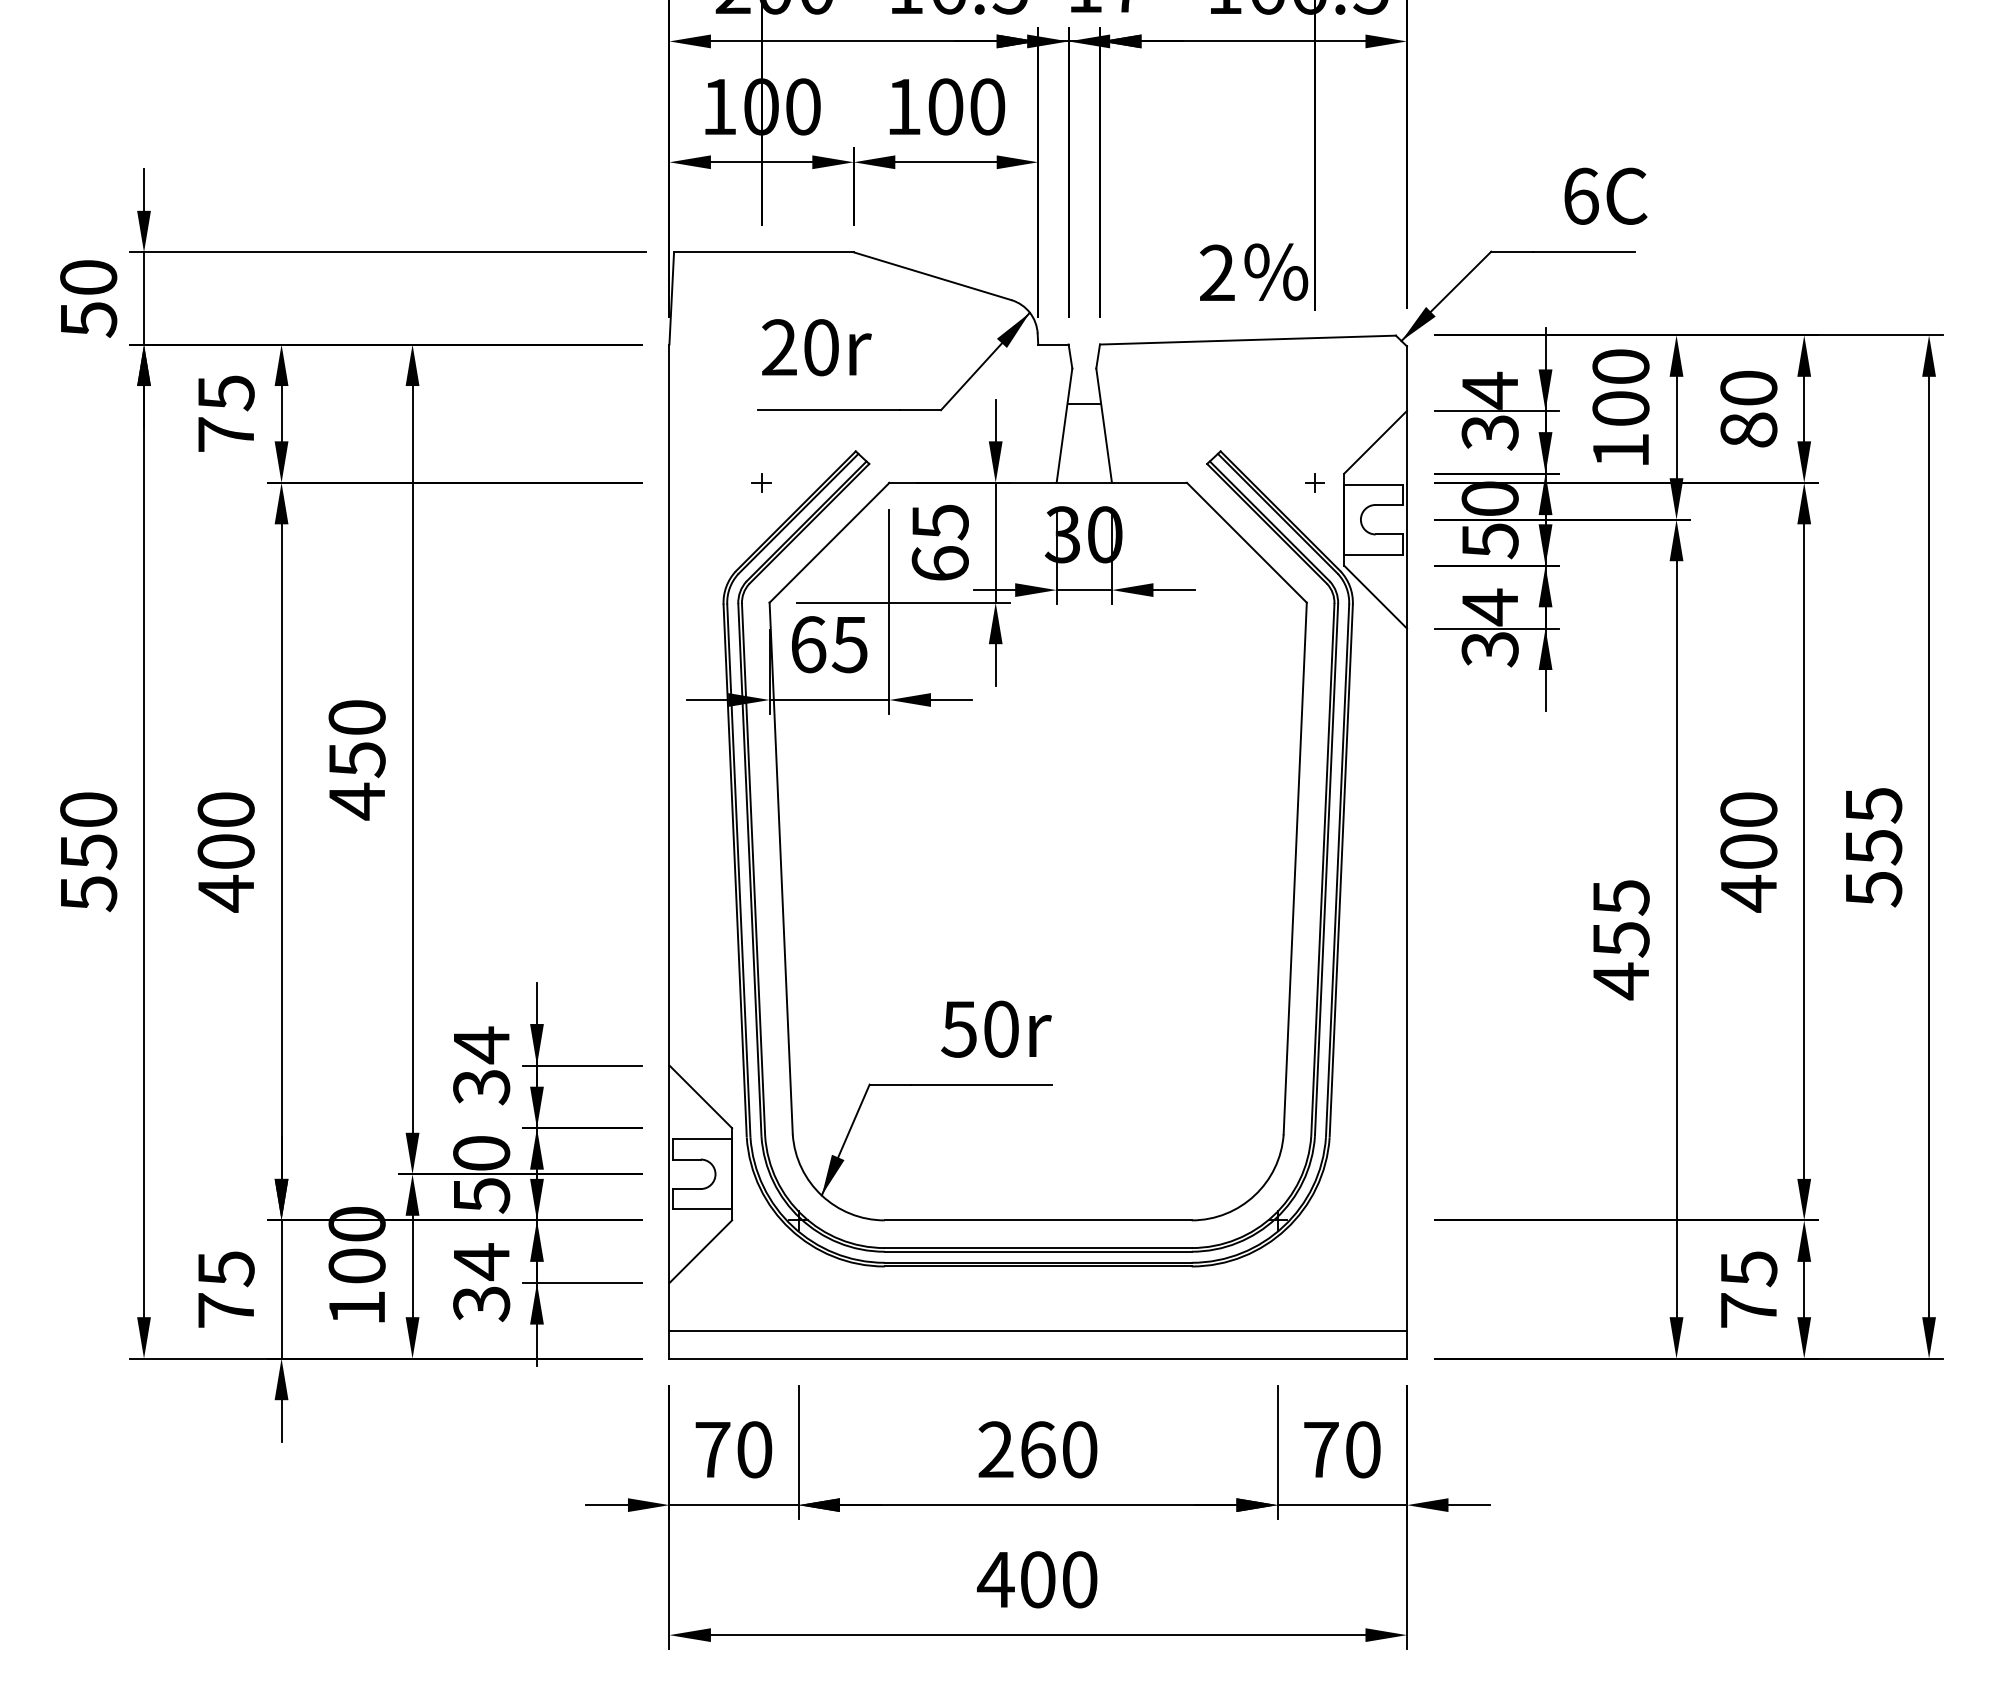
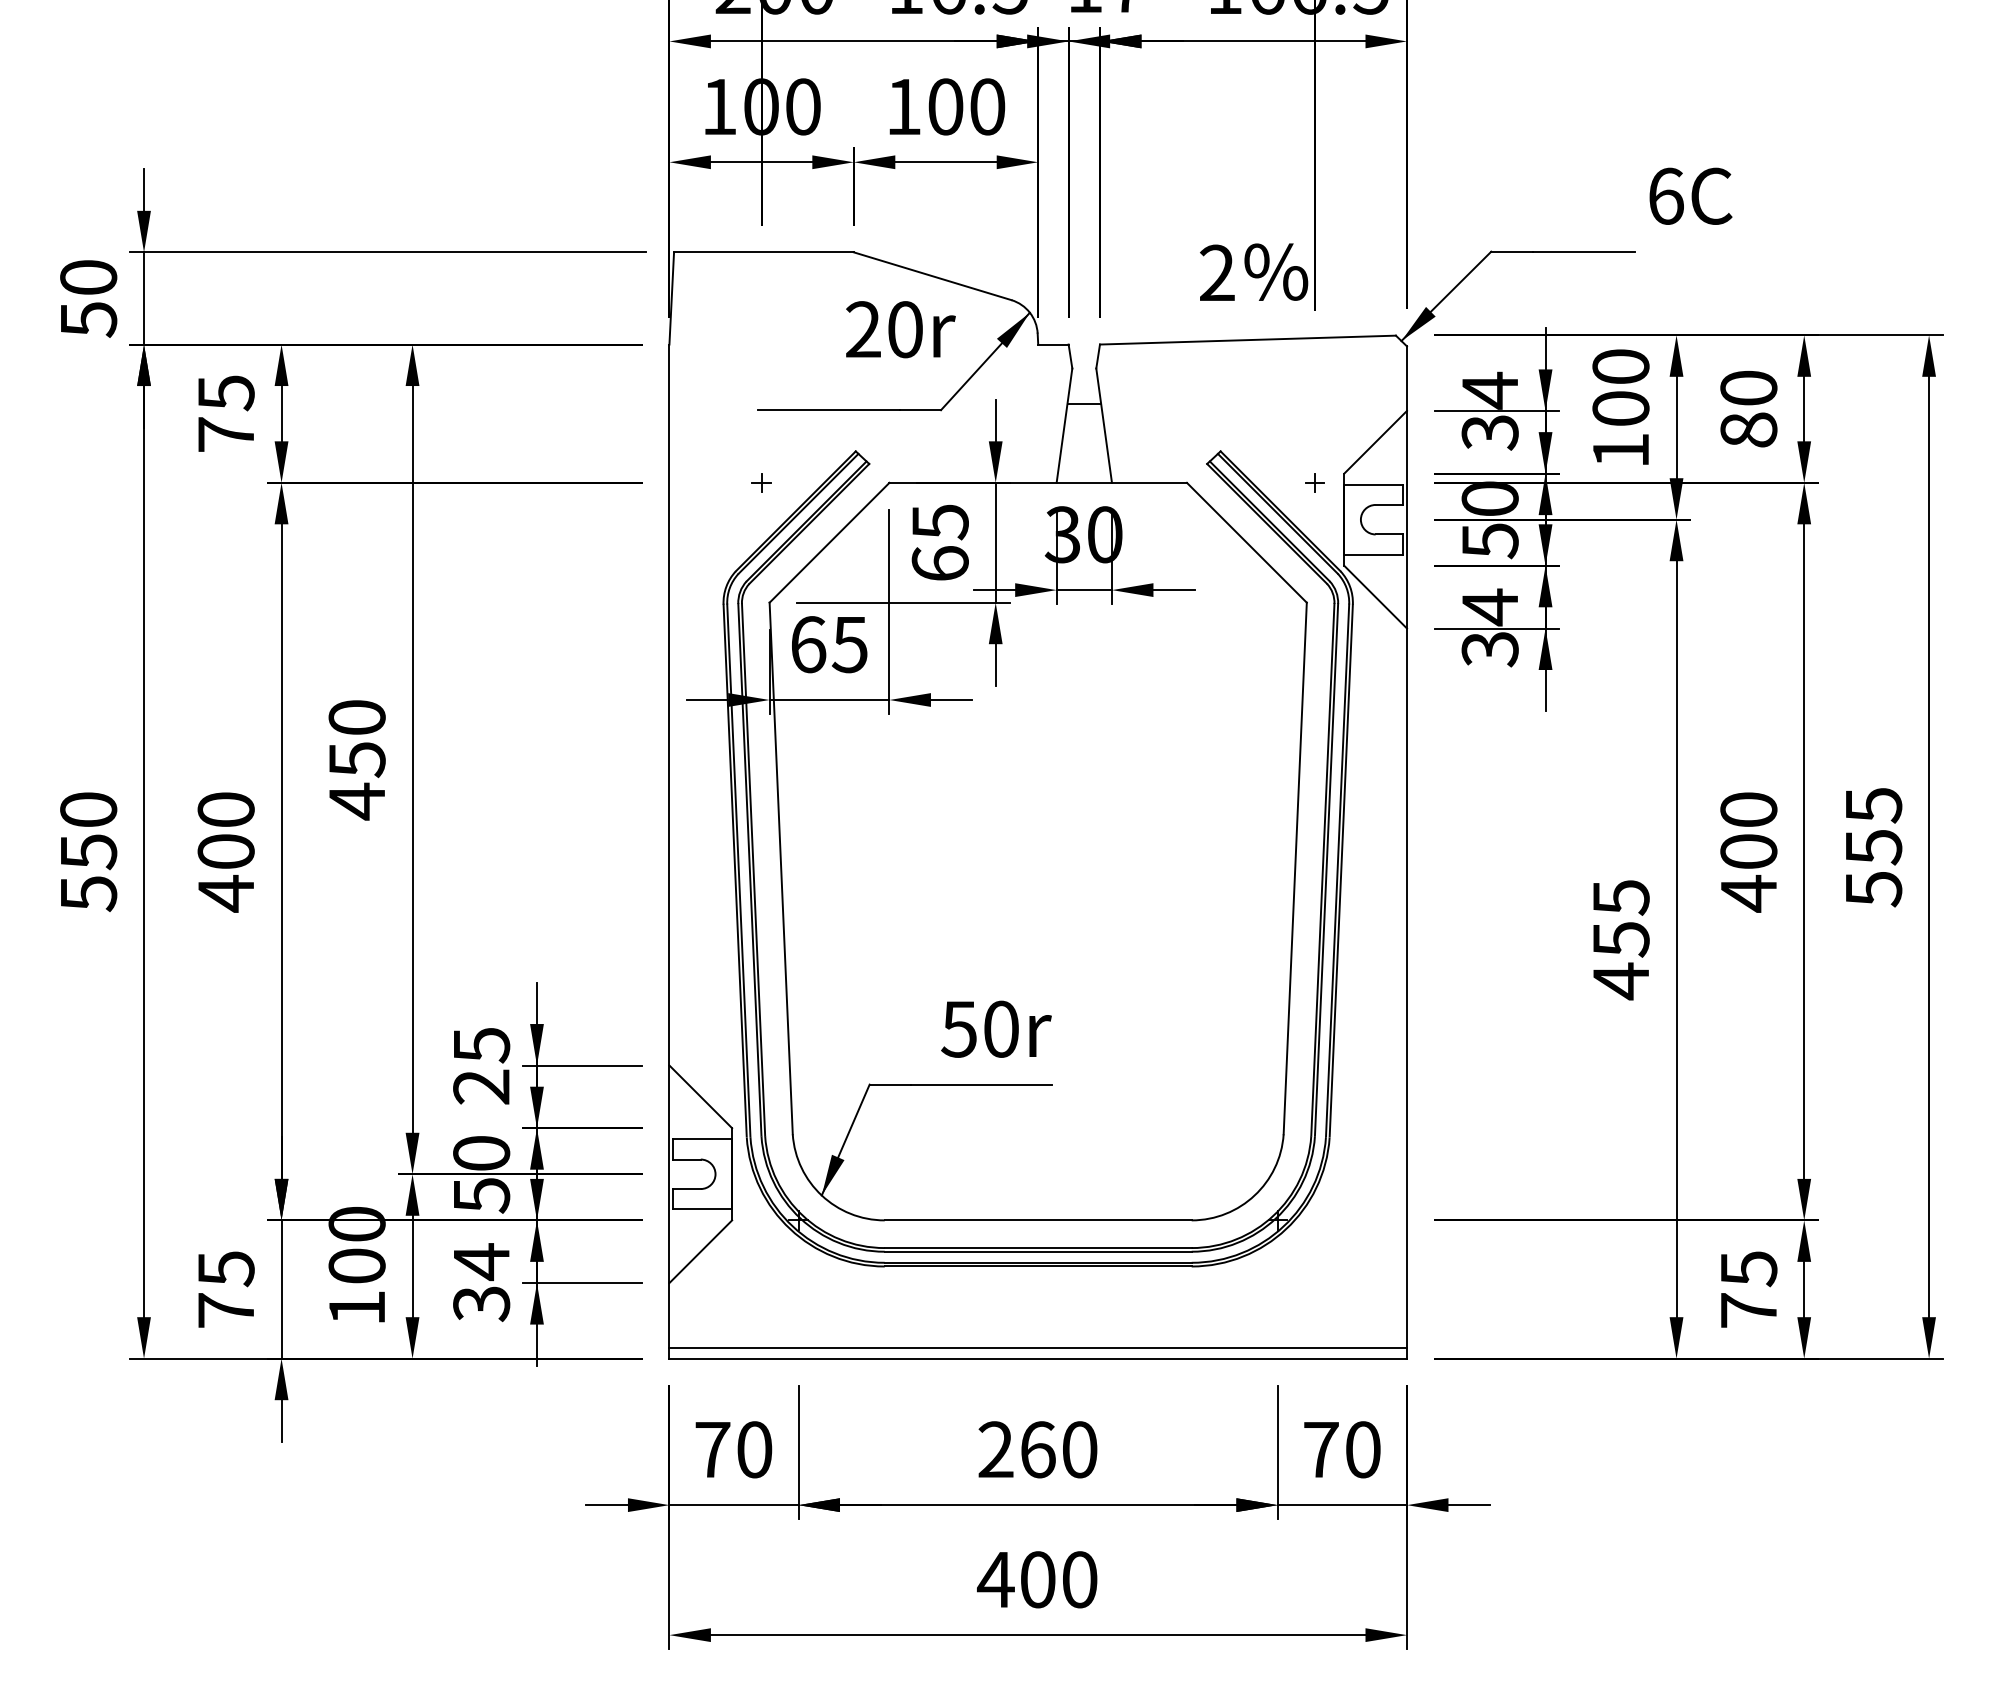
text at (1605, 195) position: (1605, 195) -> (1690, 195)
text at (816, 347) position: (816, 347) -> (900, 329)
text at (481, 1065): 34 -> 25
line at (1037, 1331) position: (1037, 1331) -> (1037, 1348)
